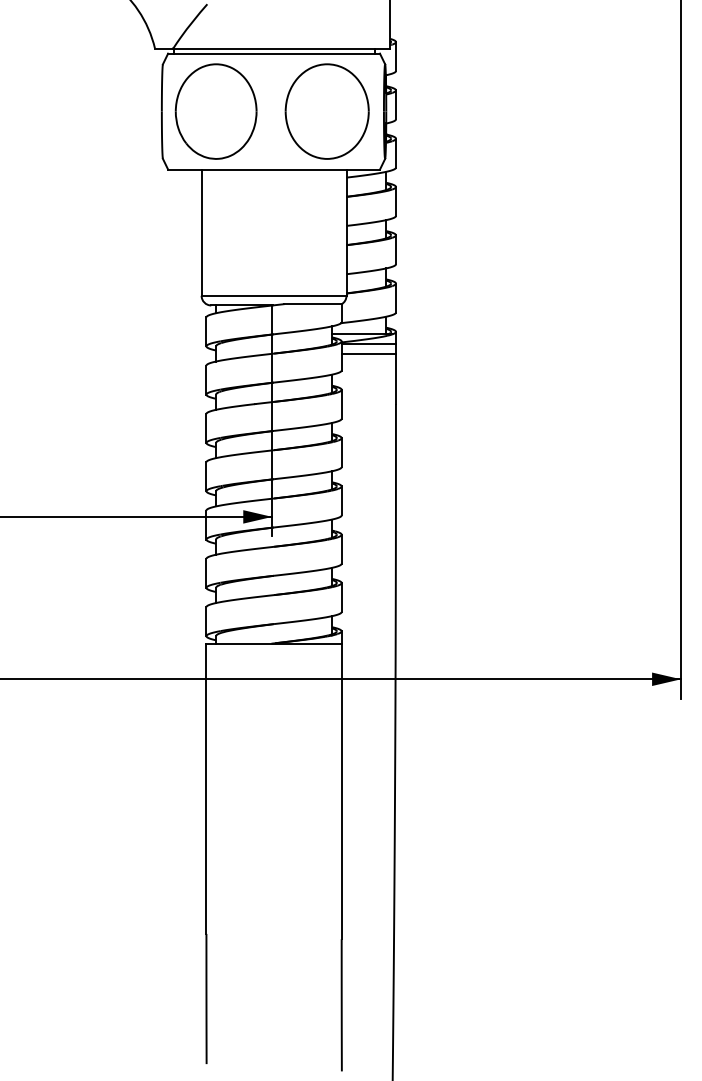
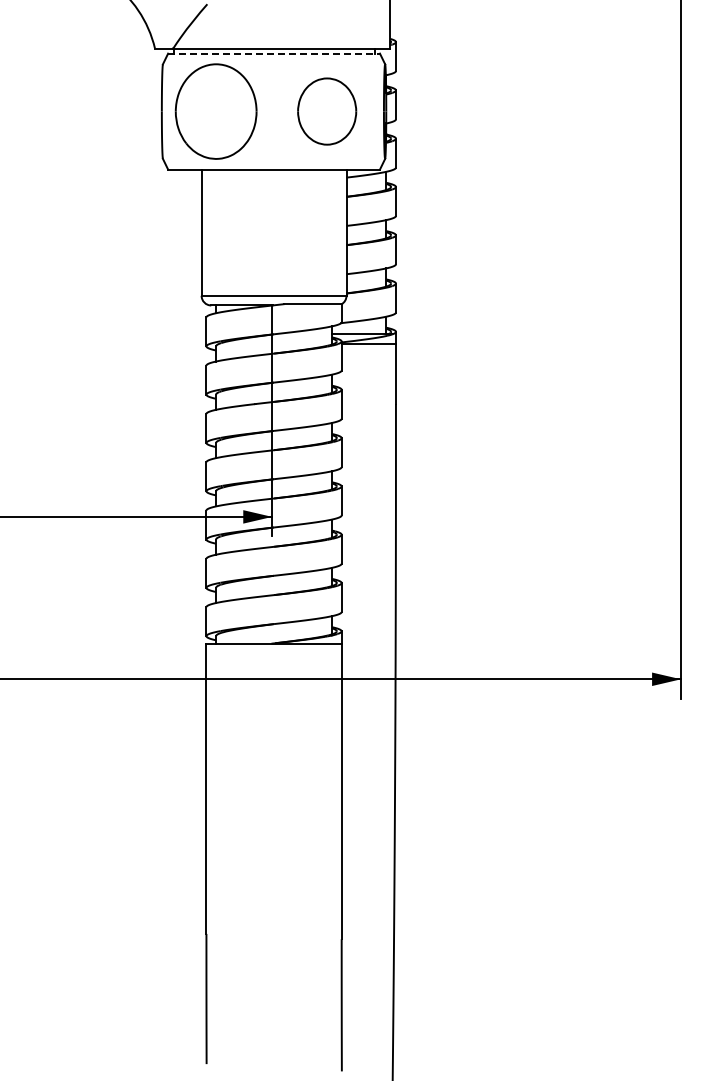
line at (274, 53): solid -> dashed
part at (326, 111) size: 86x97 px -> 61x69 px
line at (368, 353): present -> none
